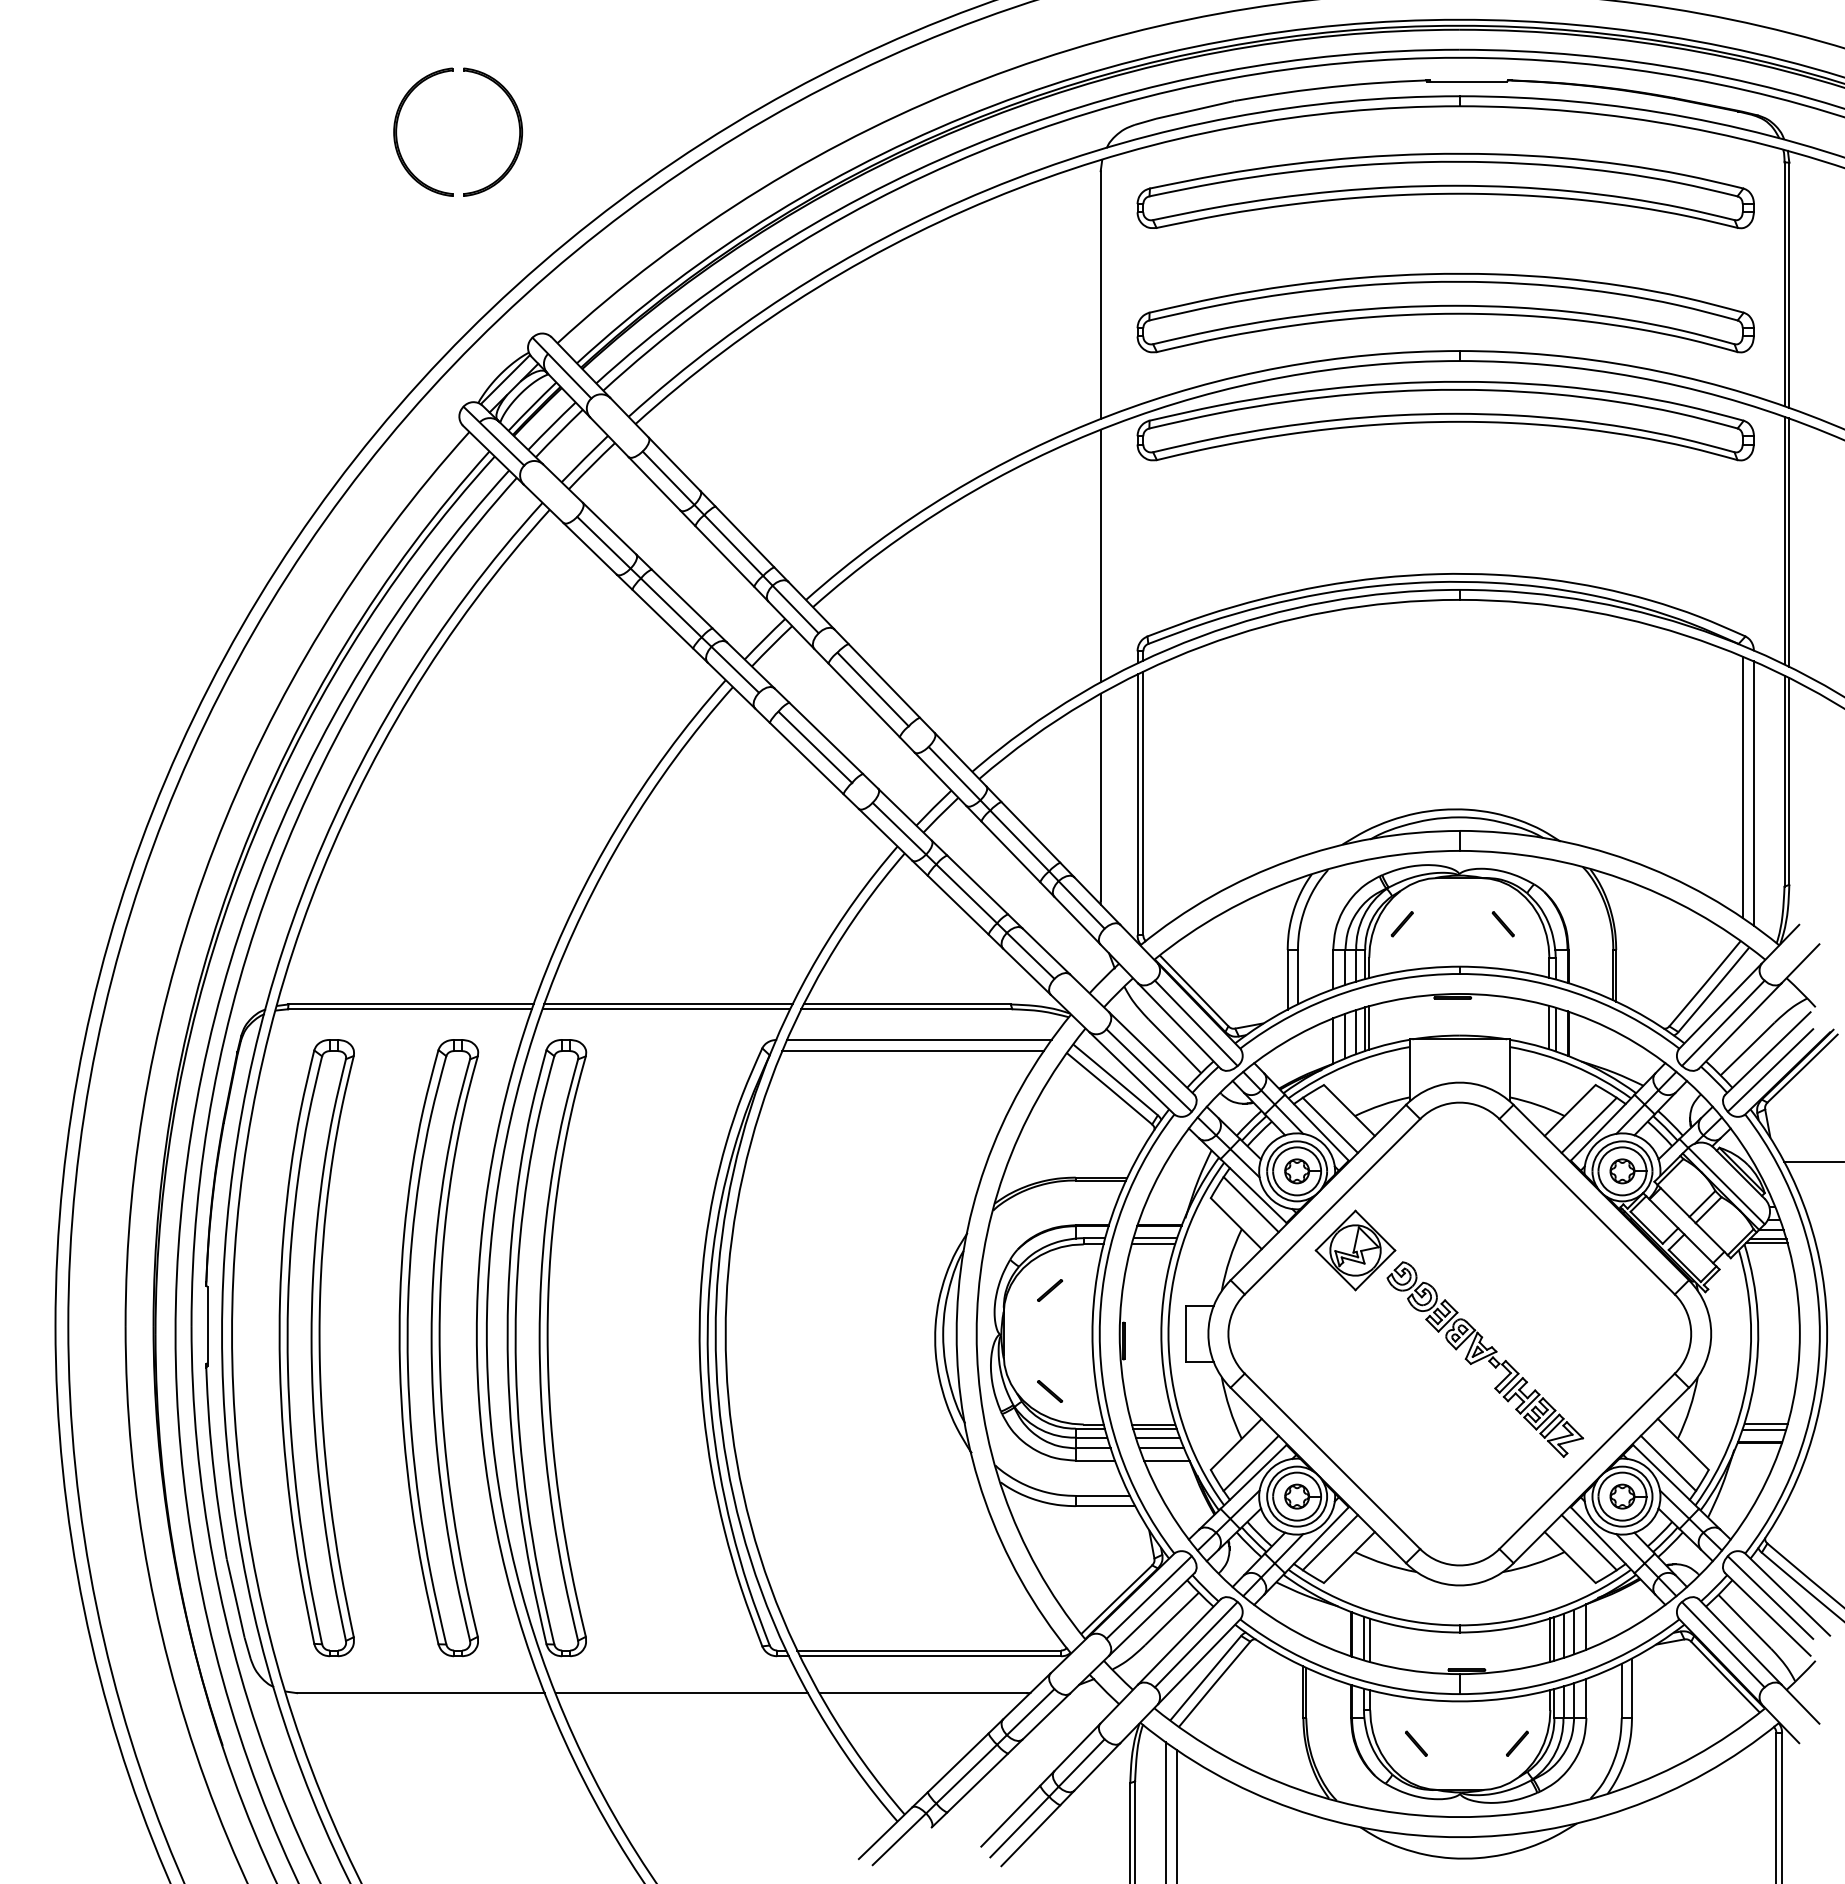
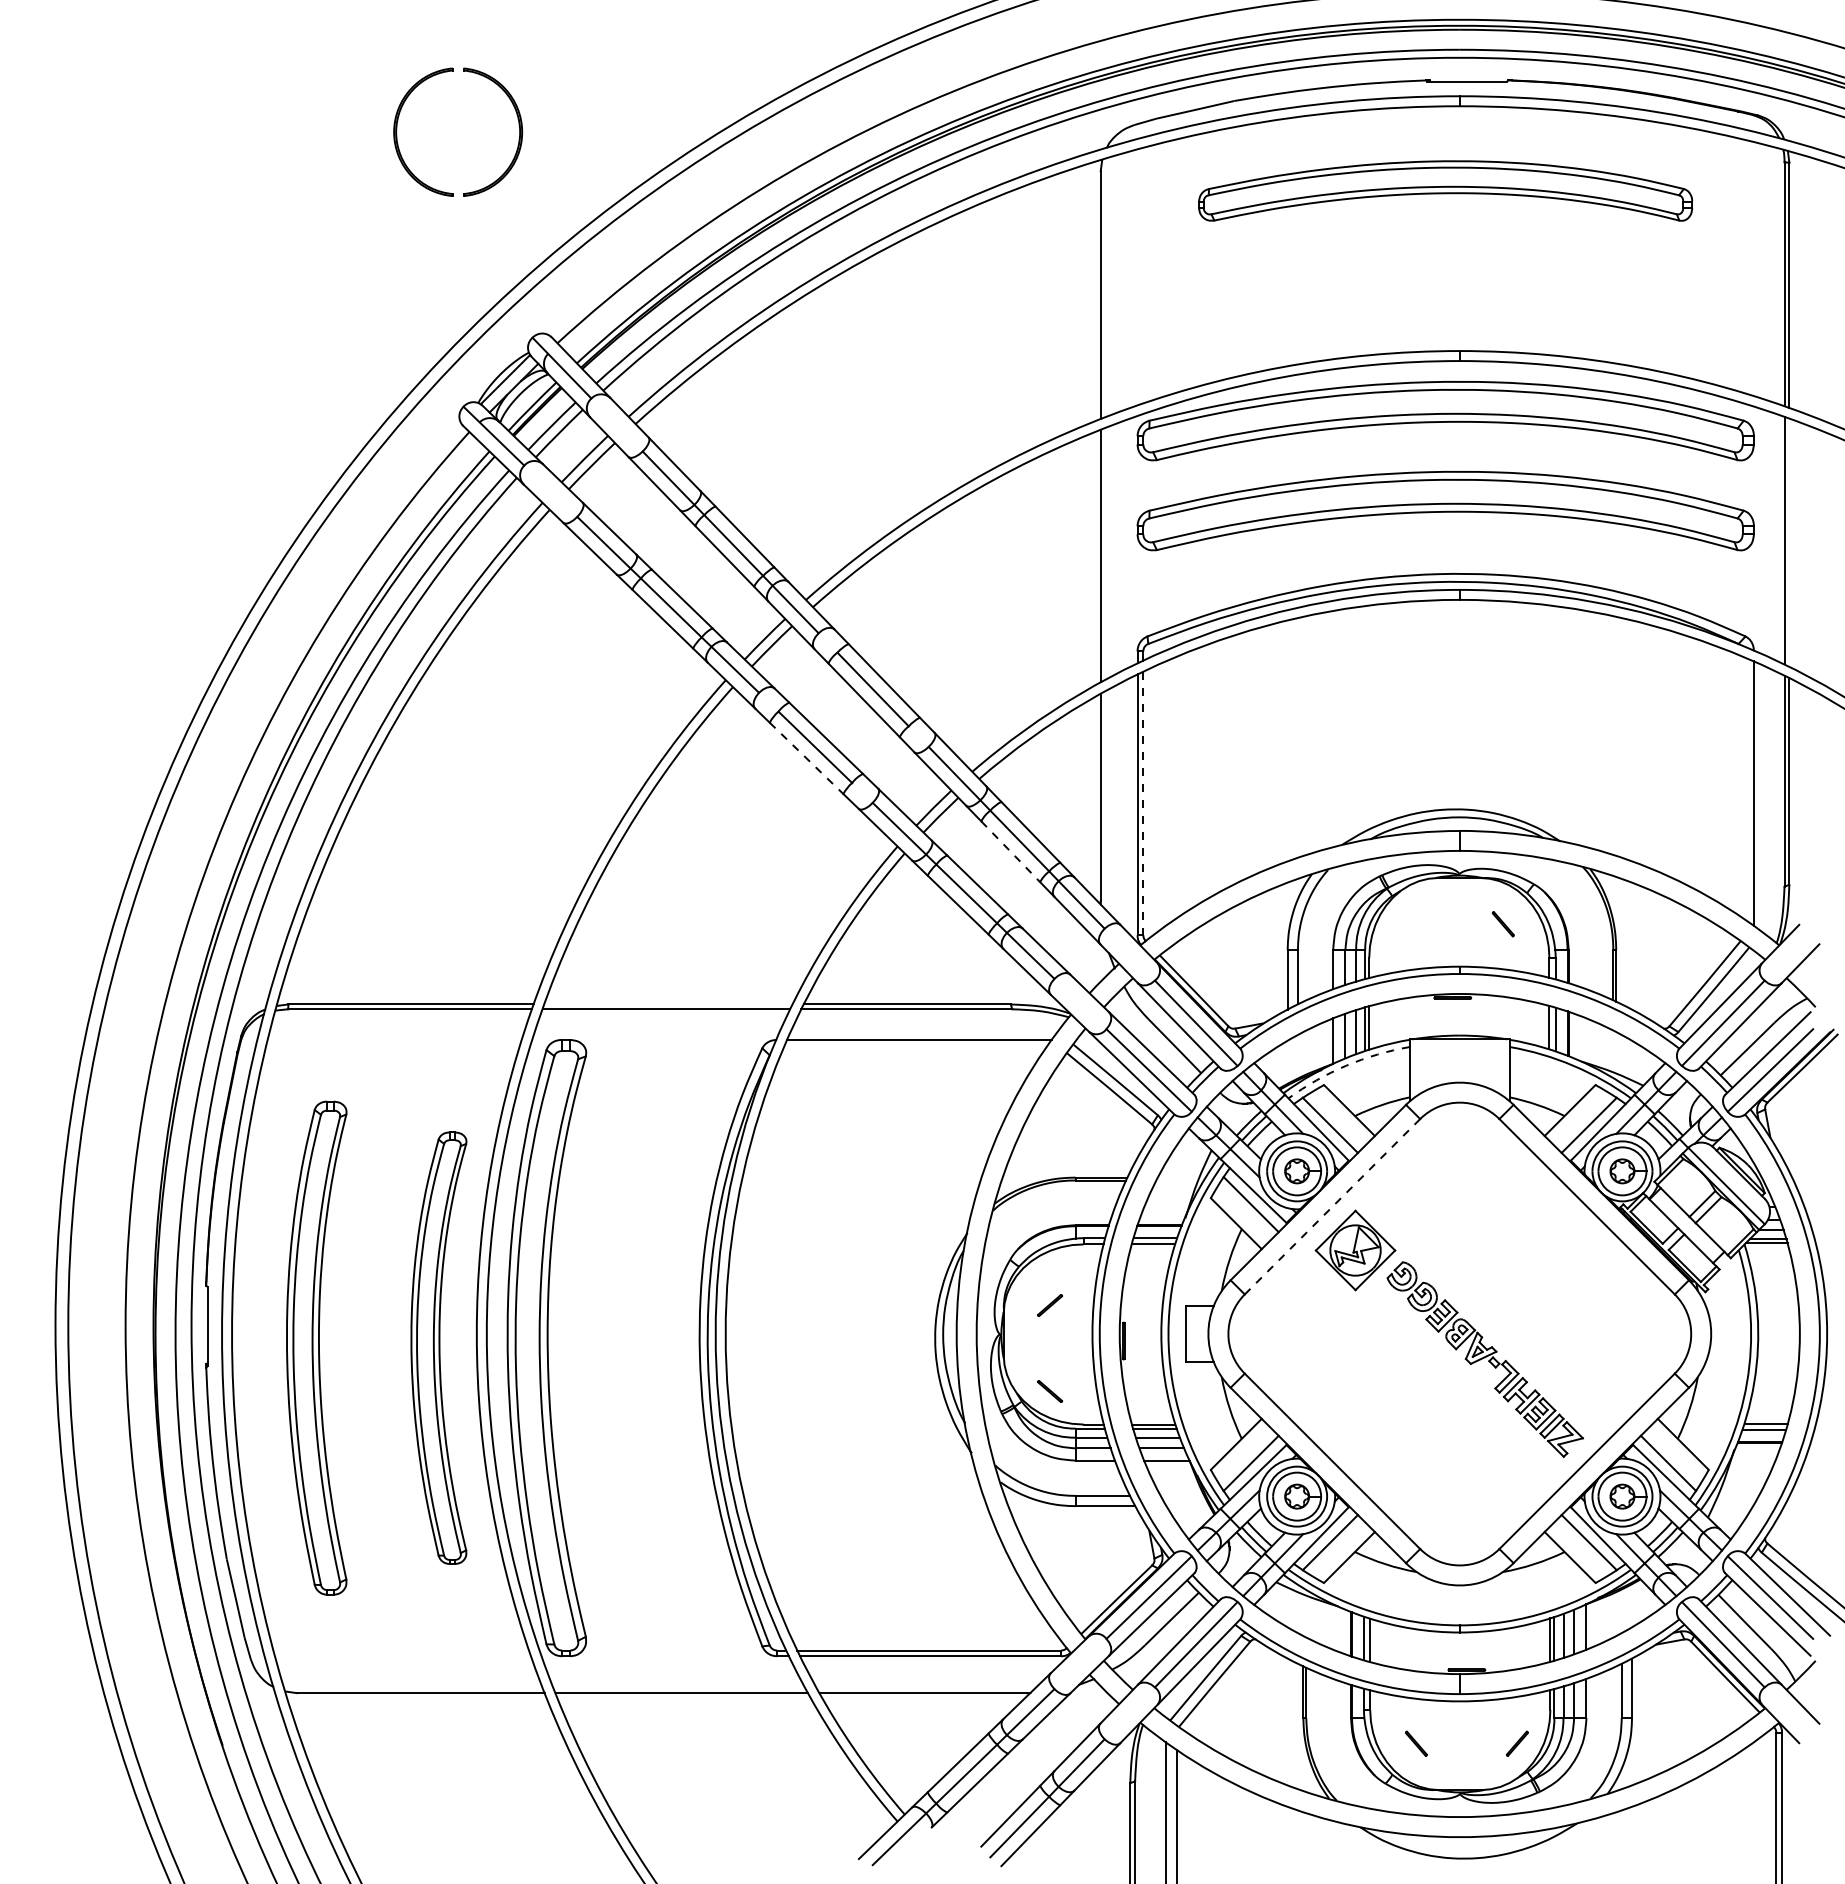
part at (1445, 190) size: 619x78 px -> 496x62 px
part at (1445, 313) position: (1445, 313) -> (1445, 511)
line at (1789, 542): present -> none
line at (806, 758): solid -> dashed
line at (1742, 787): present -> none
line at (1143, 803): solid -> dashed
line at (1011, 852): solid -> dashed
line at (1401, 924): present -> none
line at (668, 1004): present -> none
line at (912, 1051): present -> none
arc at (1346, 1065): solid -> dashed
line at (1812, 1161): present -> none
line at (1332, 1207): solid -> dashed
line at (1050, 1290) position: (1050, 1290) -> (1050, 1305)
part at (316, 1348) size: 77x619 px -> 62x496 px
part at (438, 1348) size: 82x619 px -> 58x434 px
